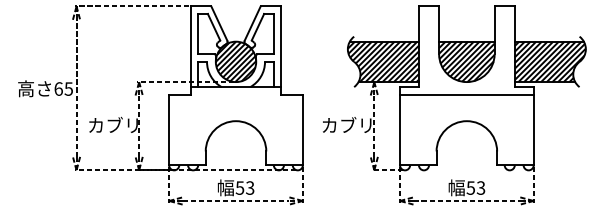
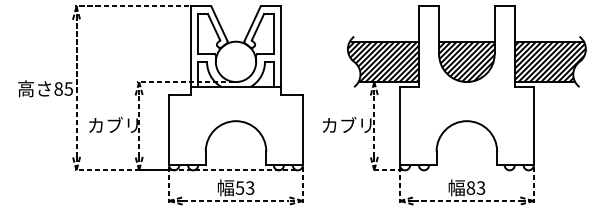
hatch at (235, 61): present -> none
text at (58, 88): 65 -> 85
line at (466, 94): present -> none
text at (470, 187): 53 -> 83
